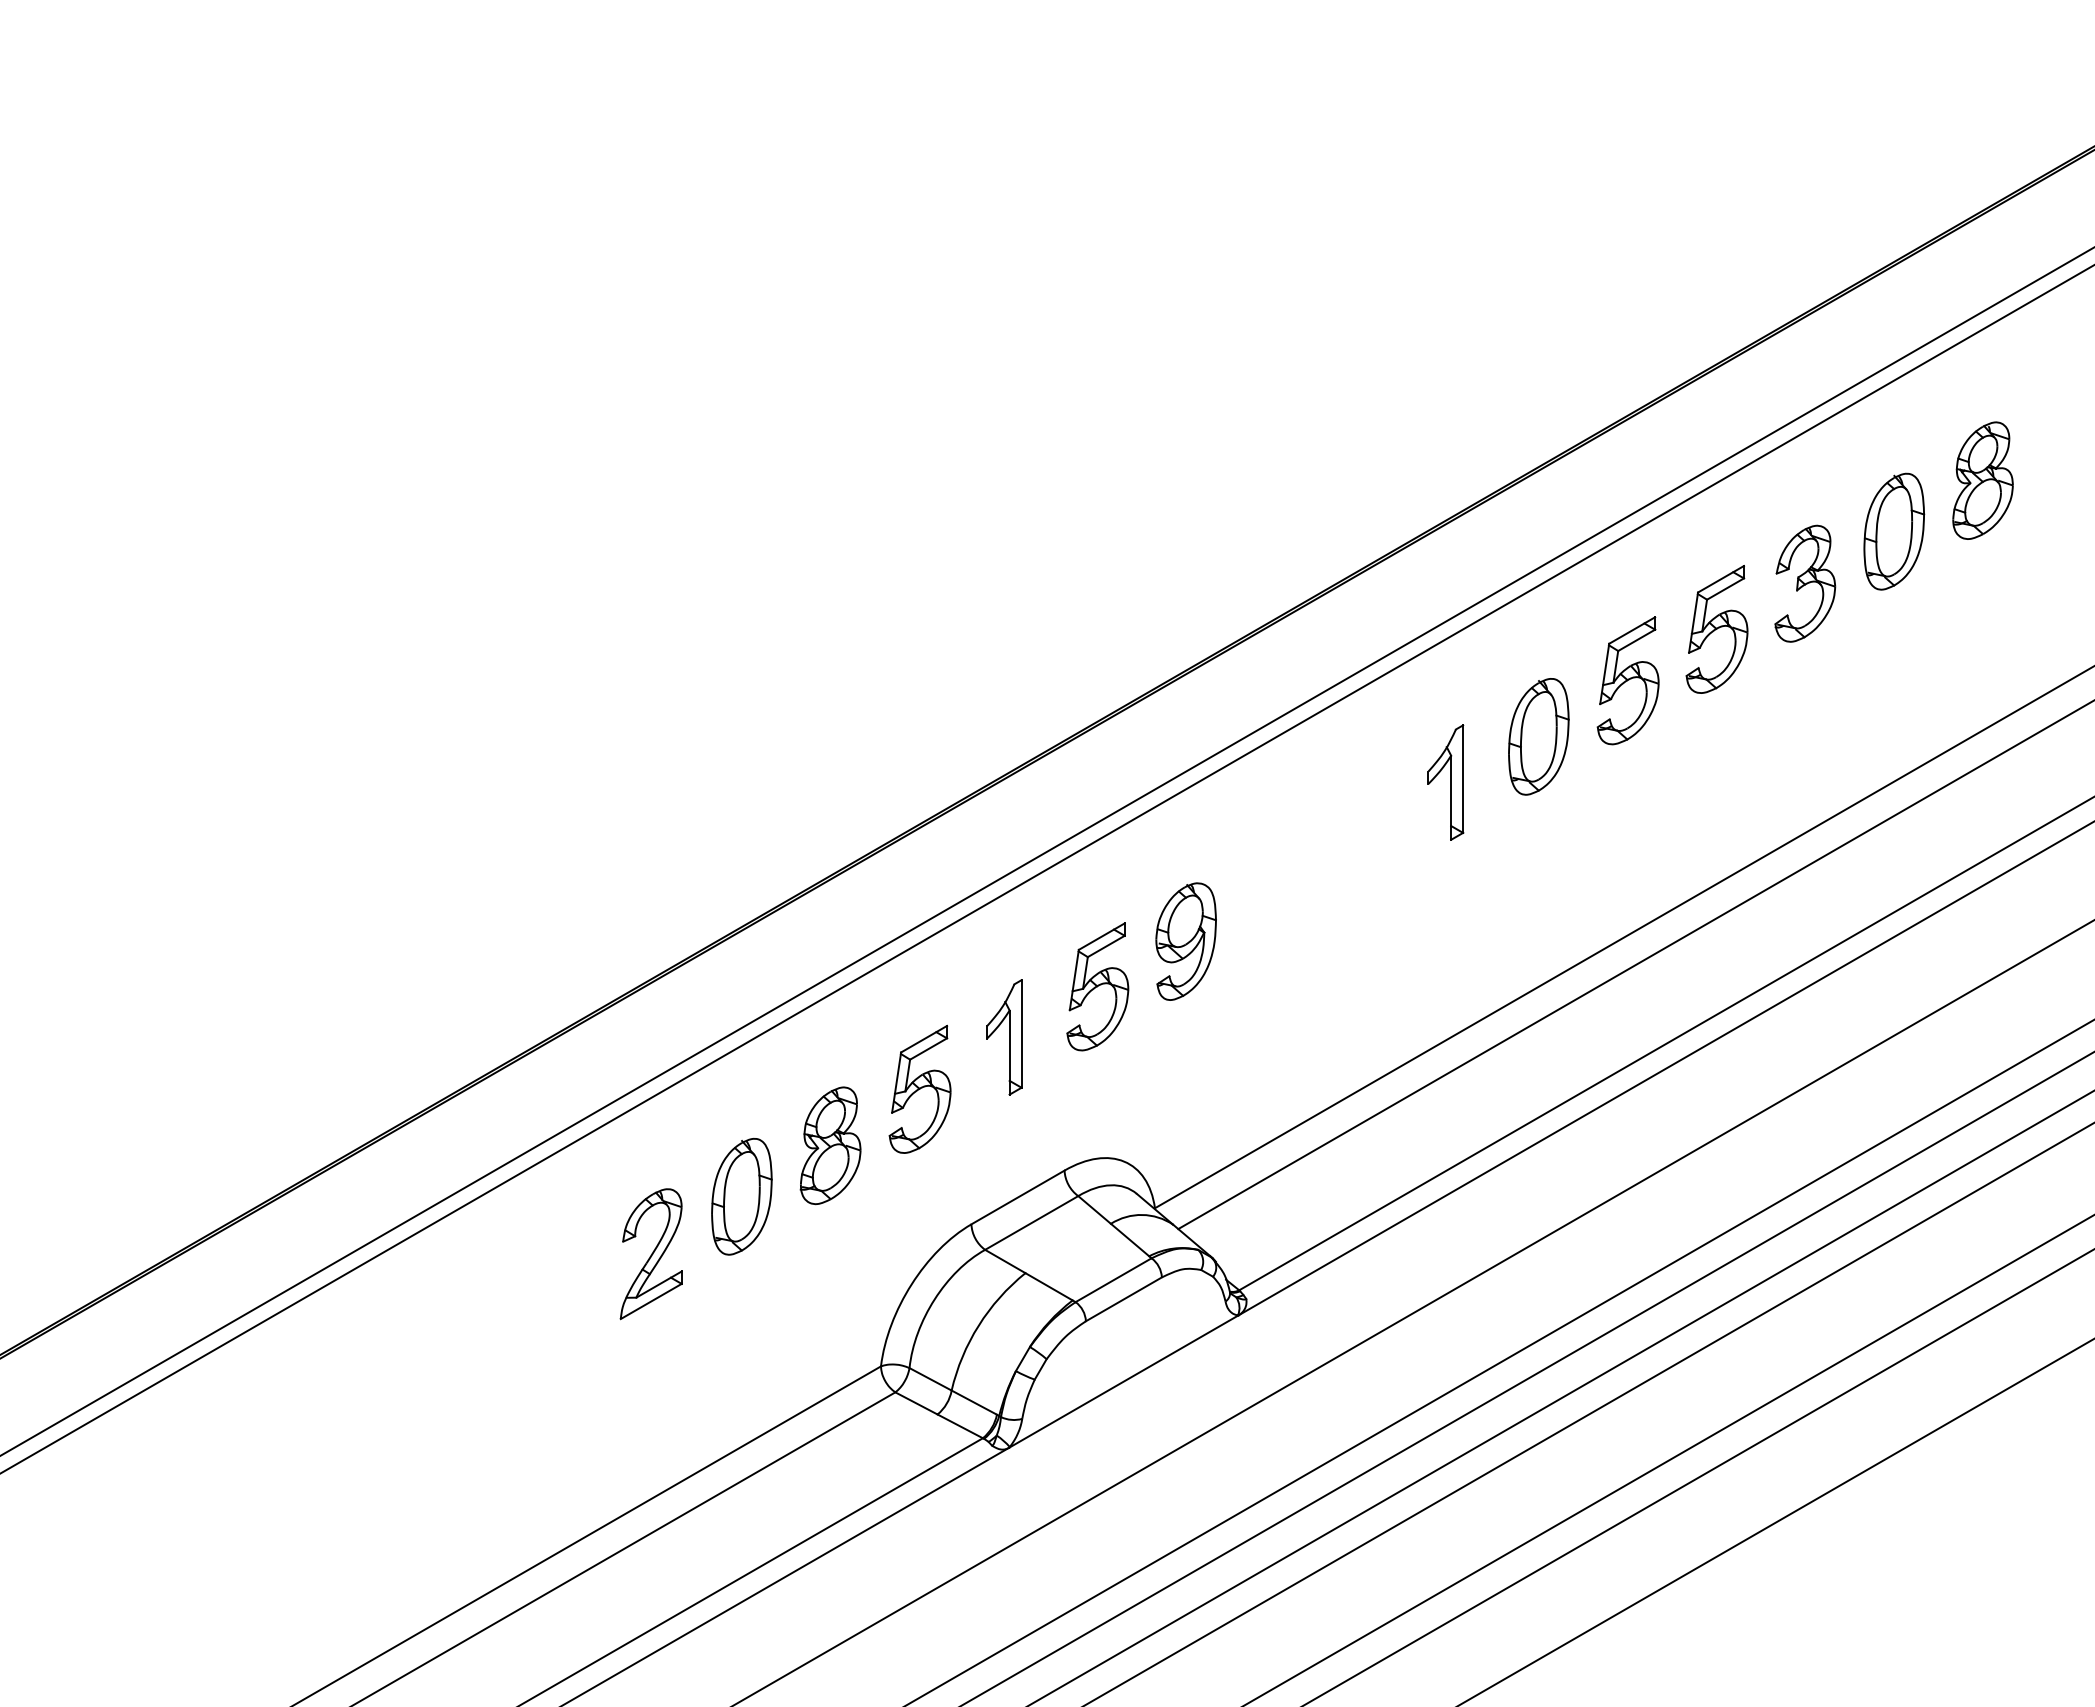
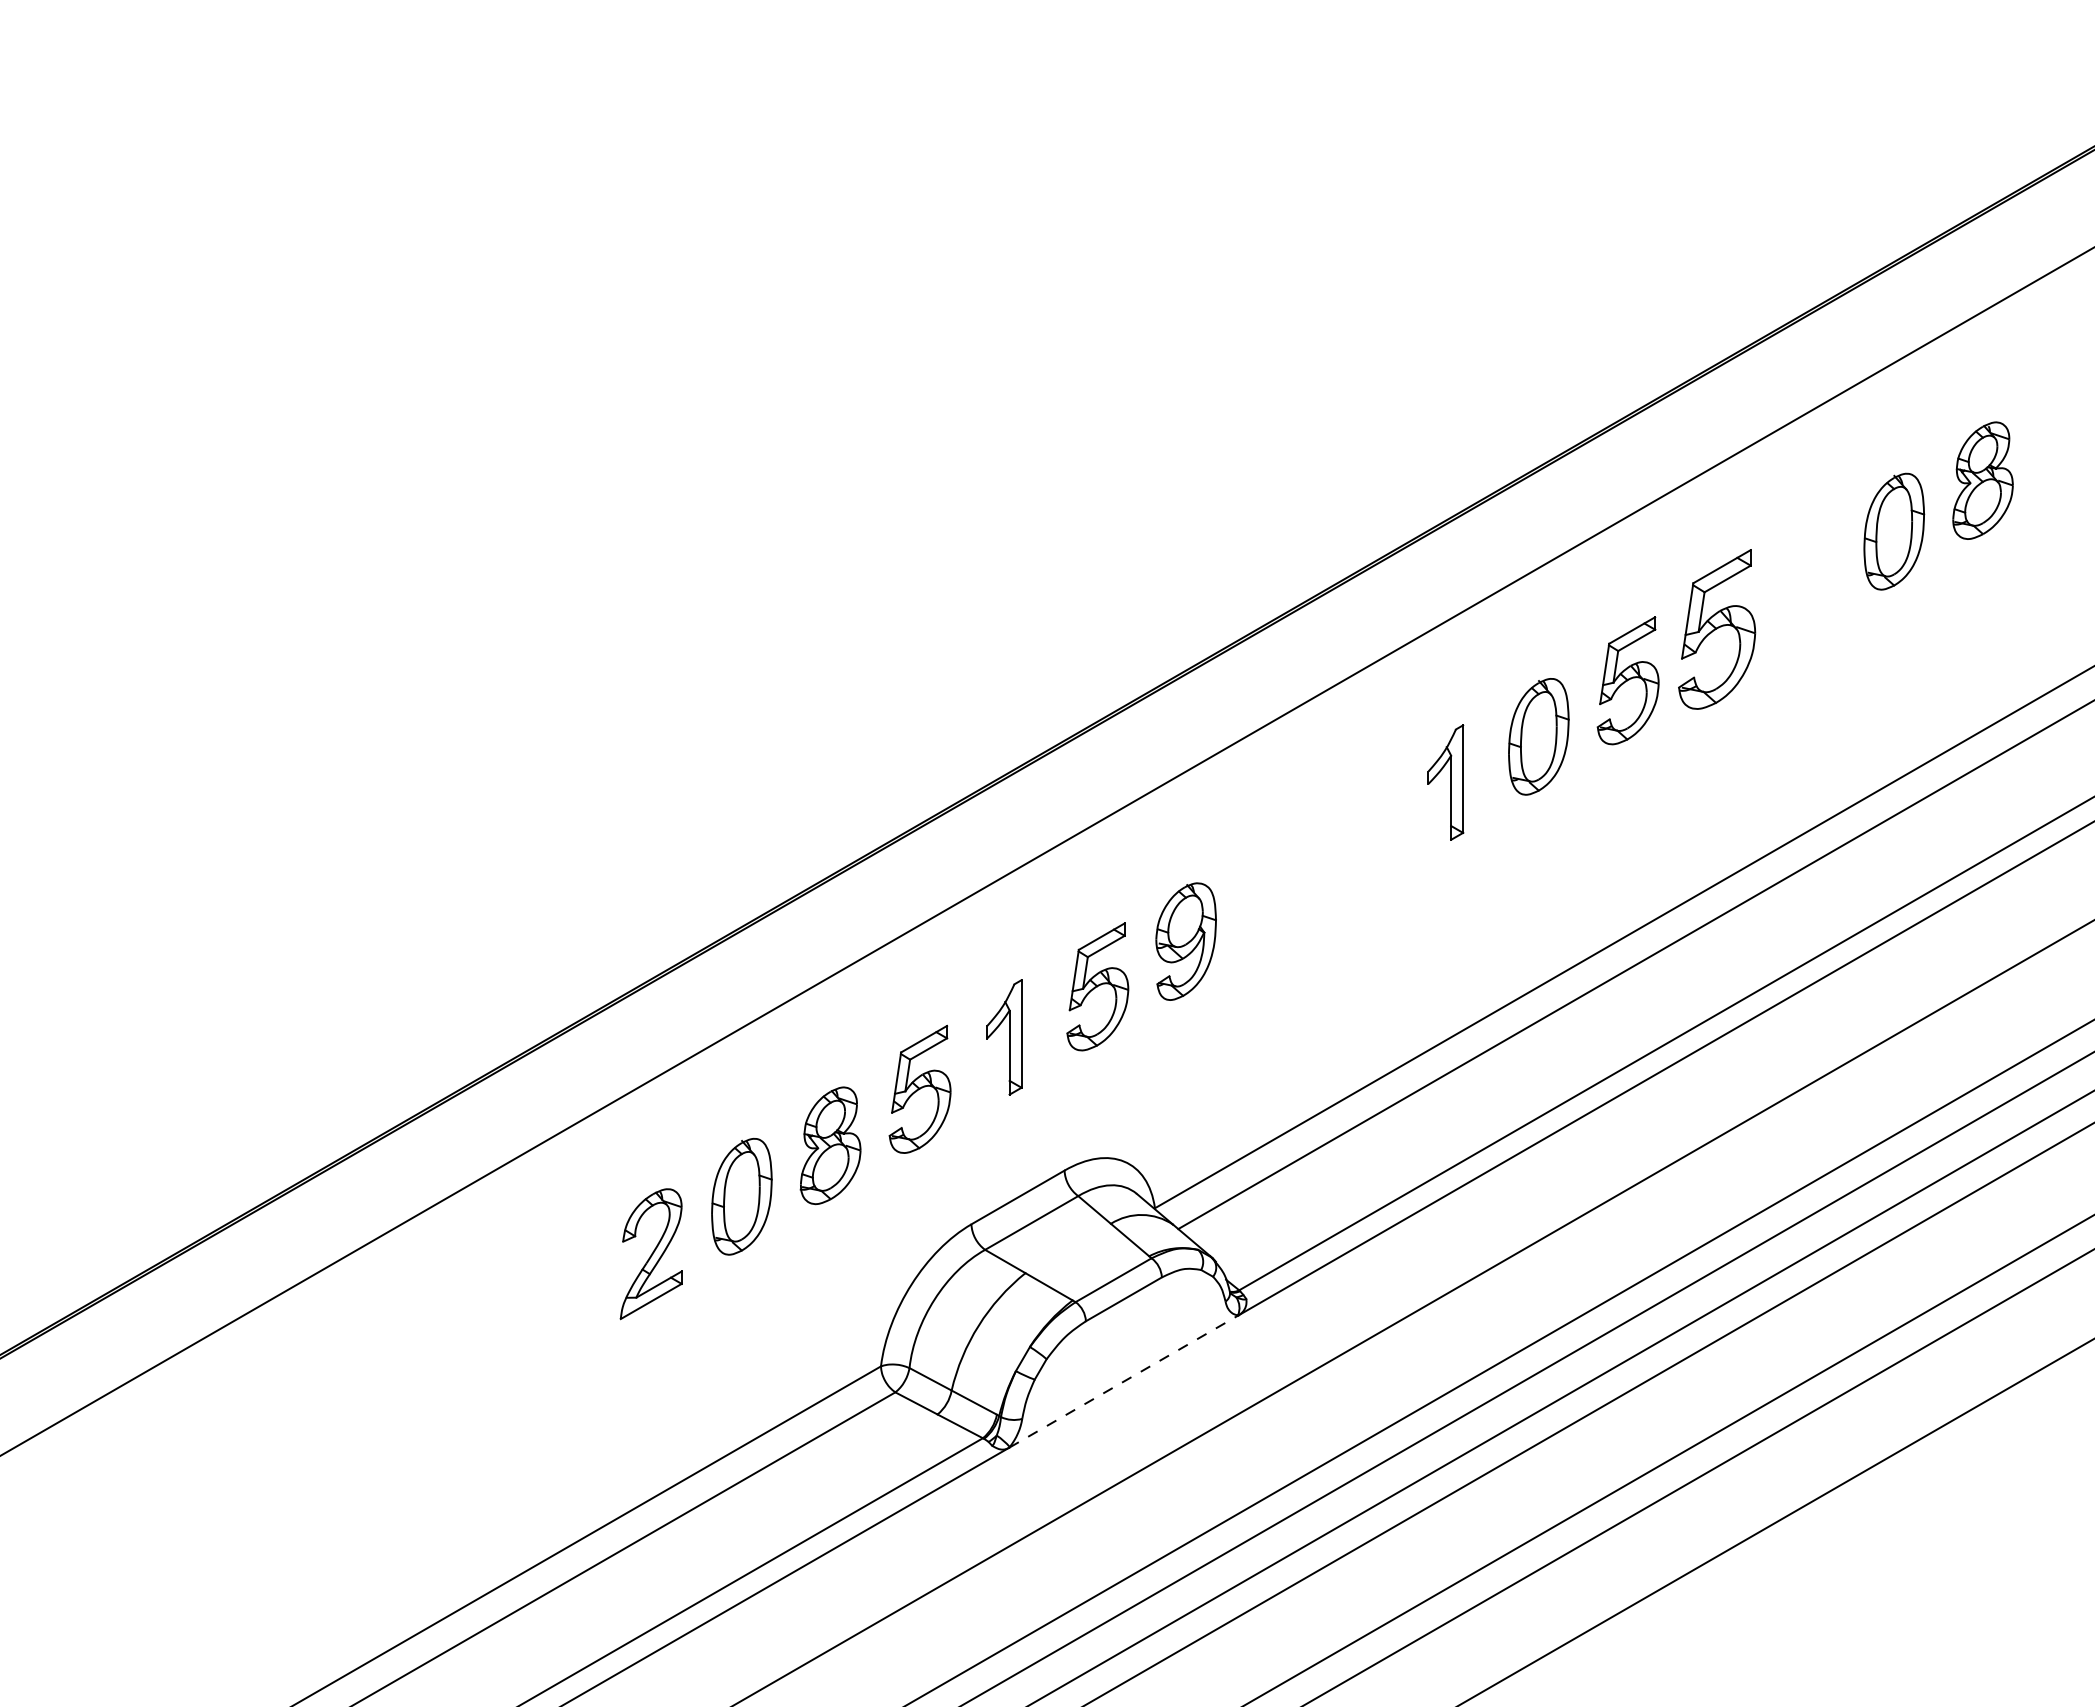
part at (1805, 583): present -> none
part at (1716, 629) size: 64x129 px -> 79x161 px
line at (1046, 869): present -> none
line at (1124, 1381): solid -> dashed
